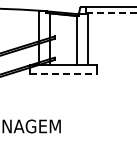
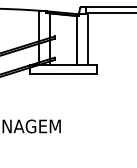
line at (111, 12): dashed -> solid
line at (63, 73): dashed -> solid
